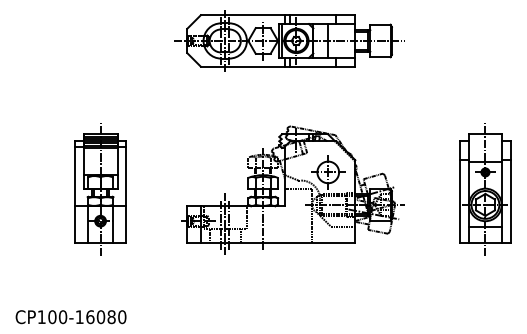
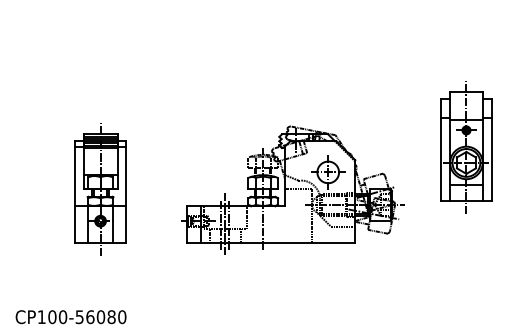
part at (289, 40): present -> none
part at (485, 189) position: (485, 189) -> (466, 147)
text at (79, 317): CP100-16080 -> CP100-56080
